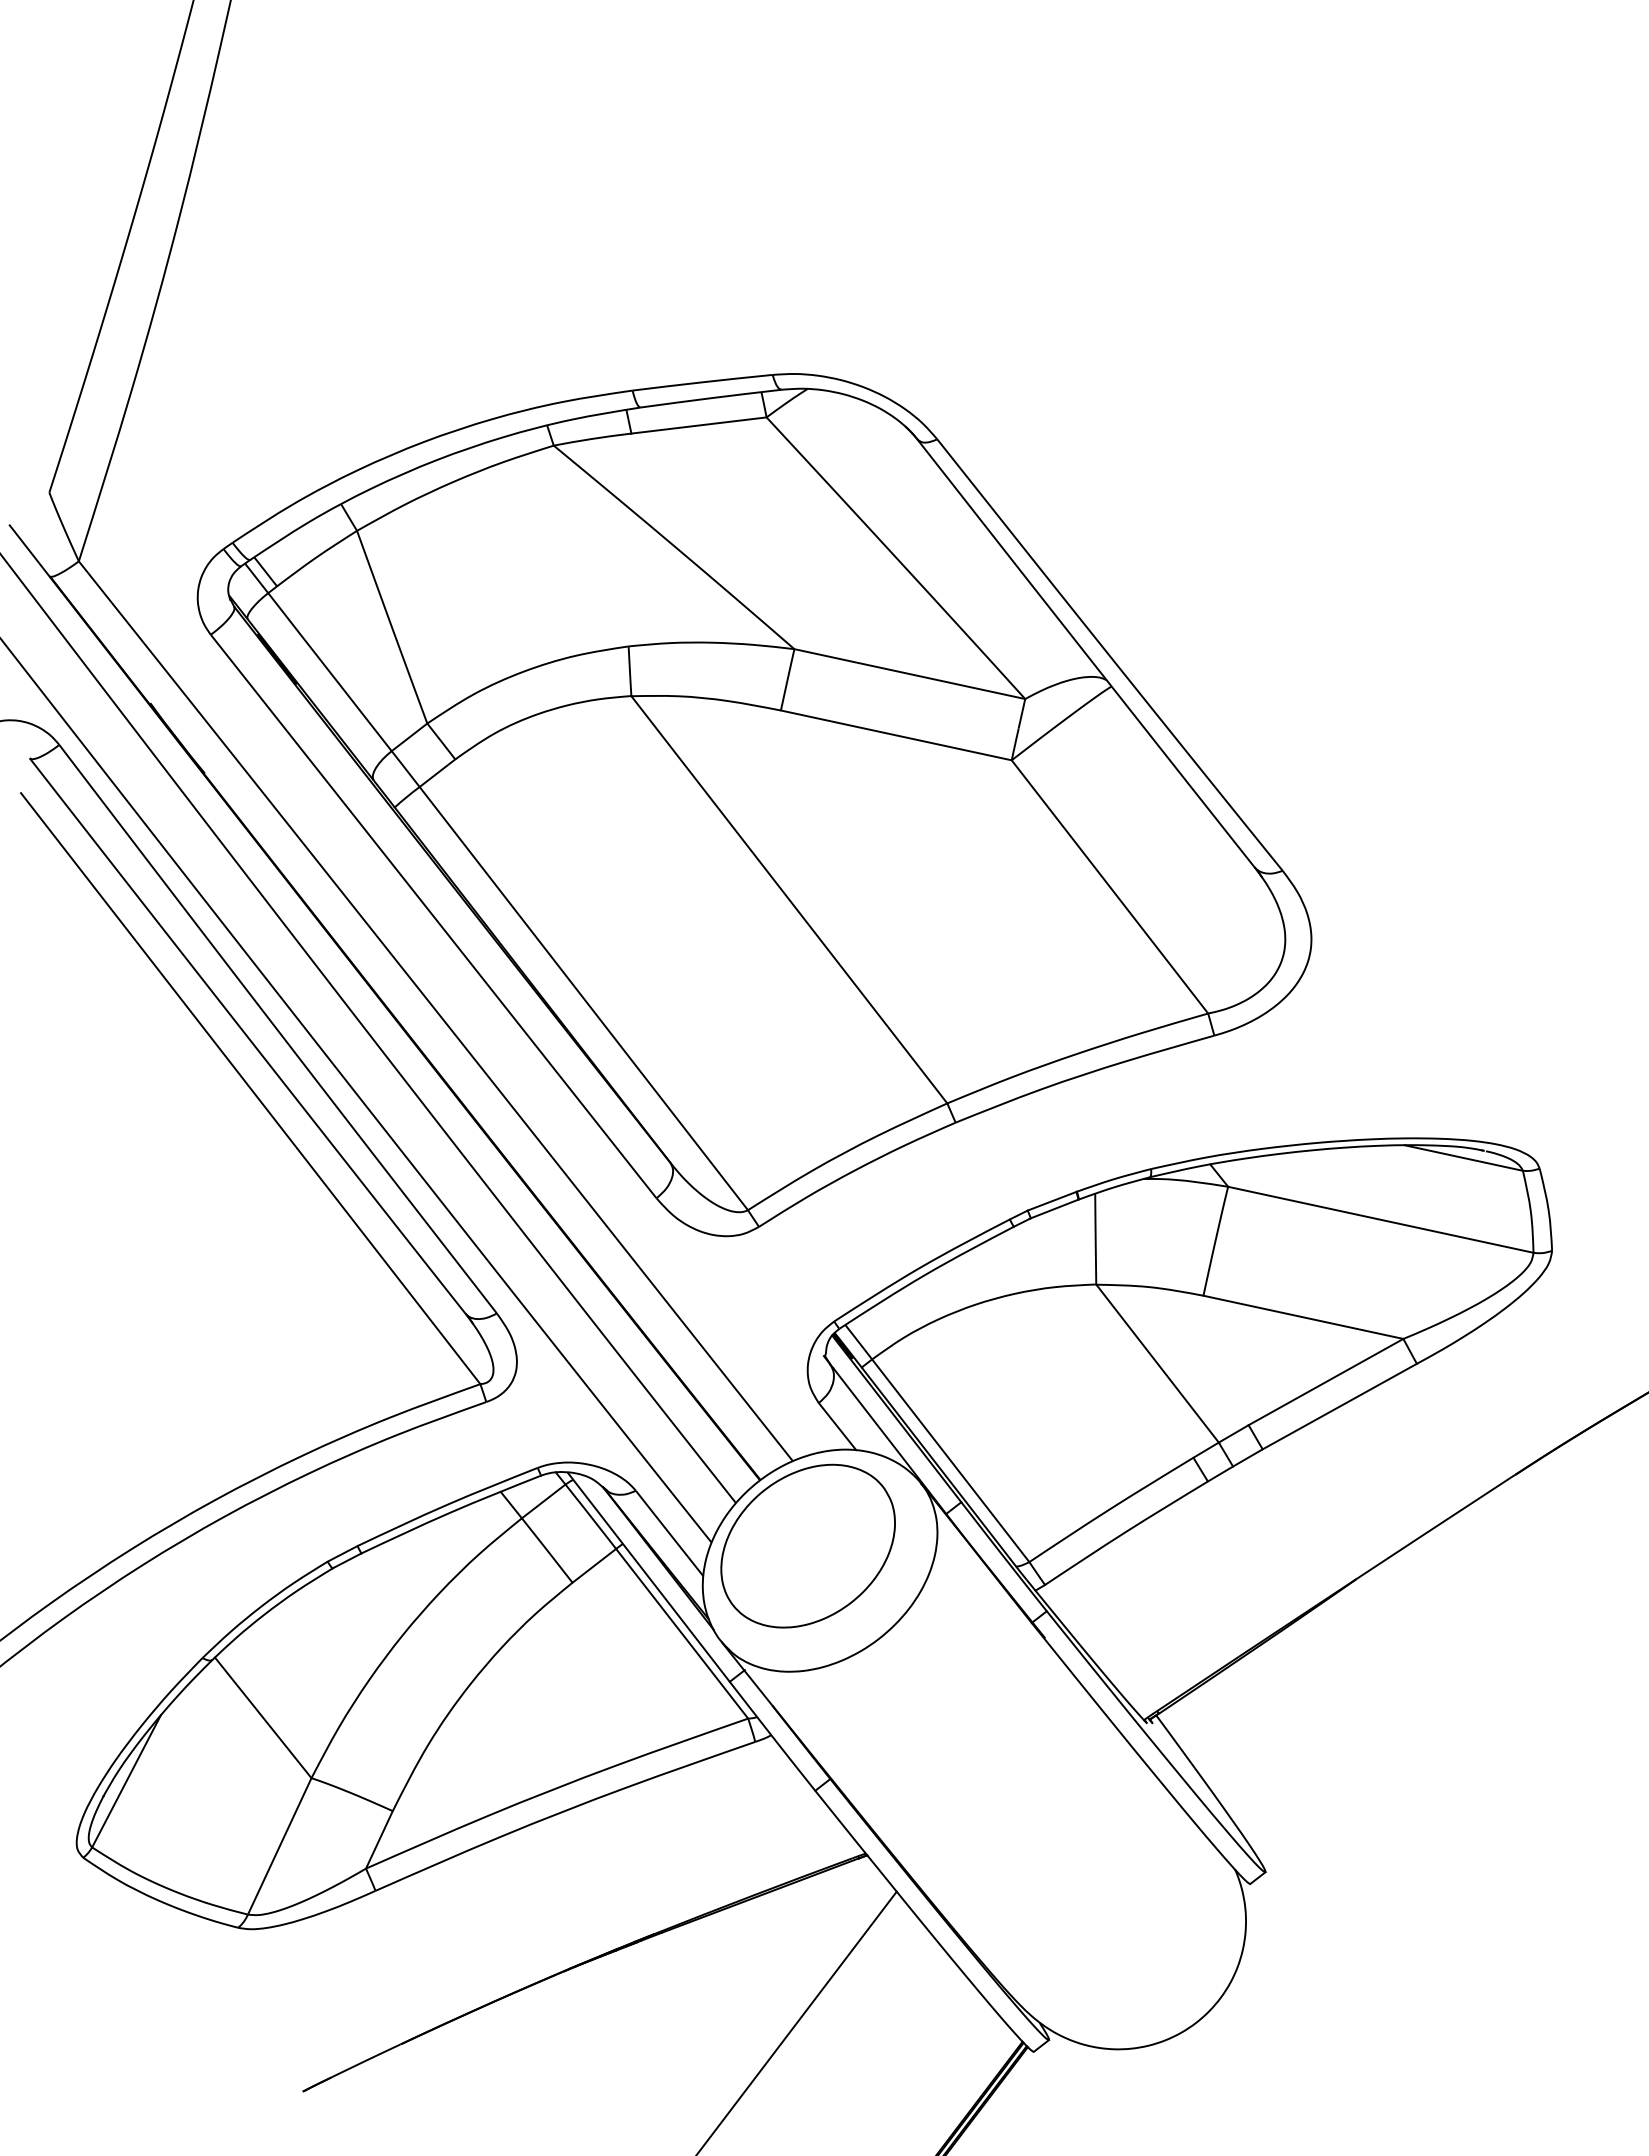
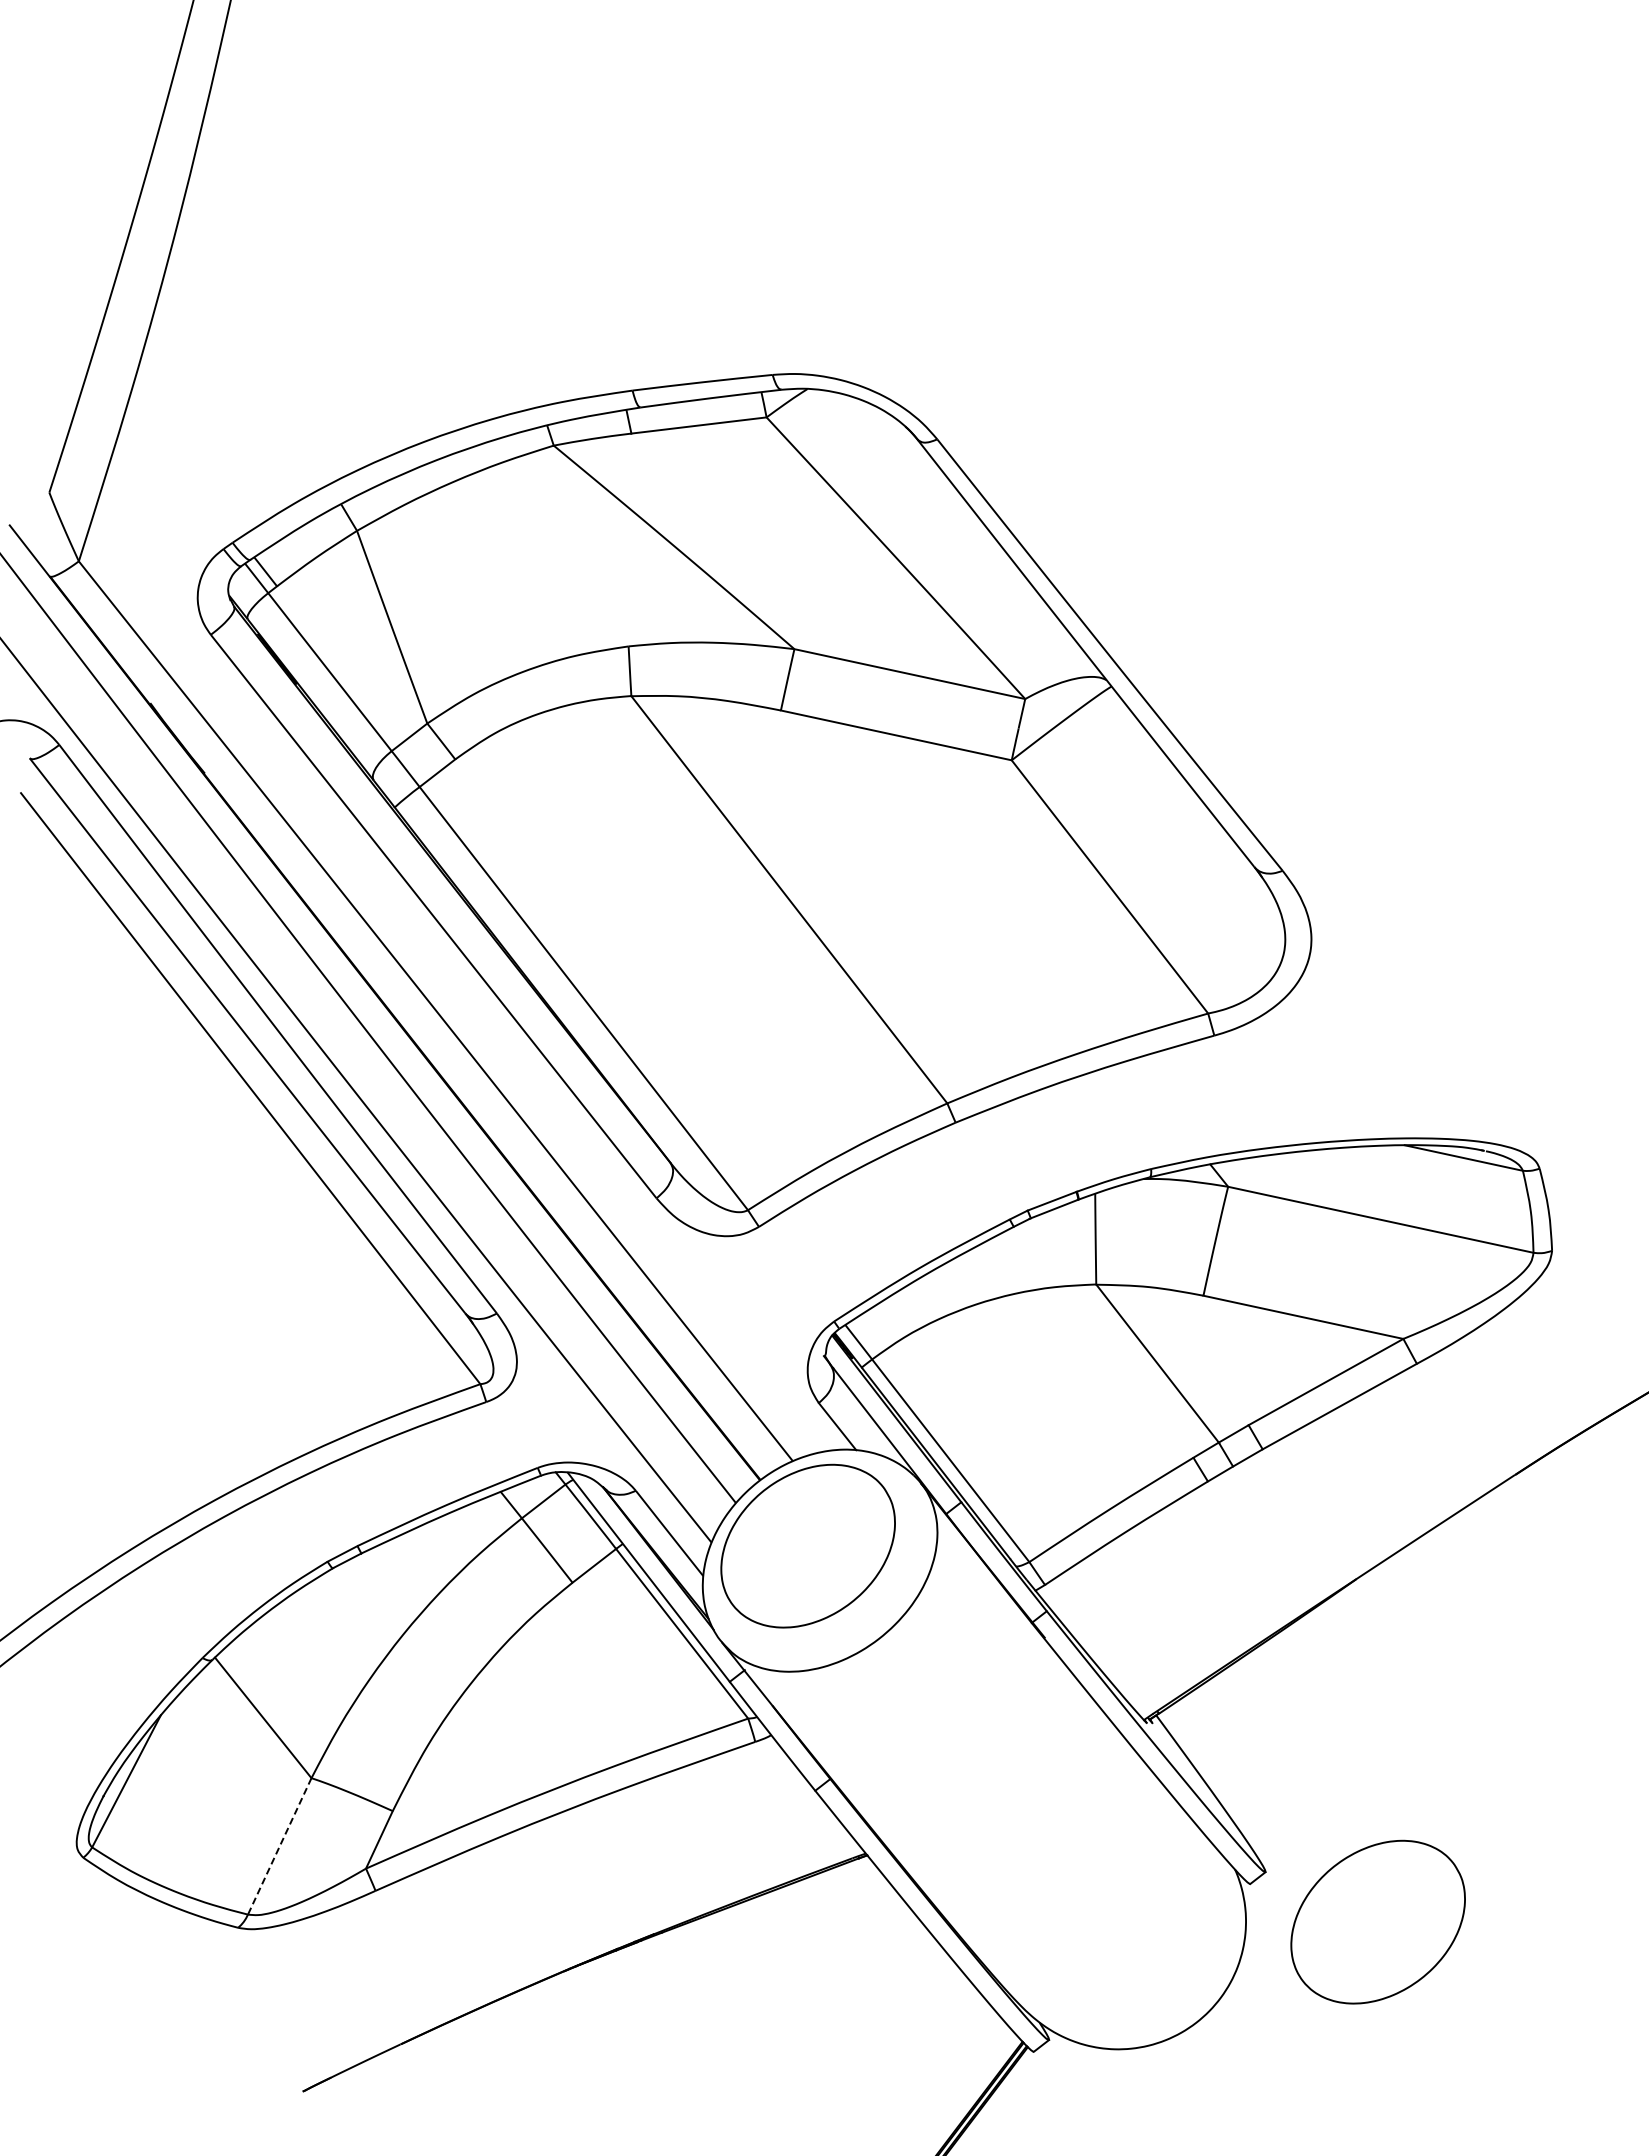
line at (279, 1846): solid -> dashed
part at (1377, 1921): none -> present
line at (797, 2021): present -> none
